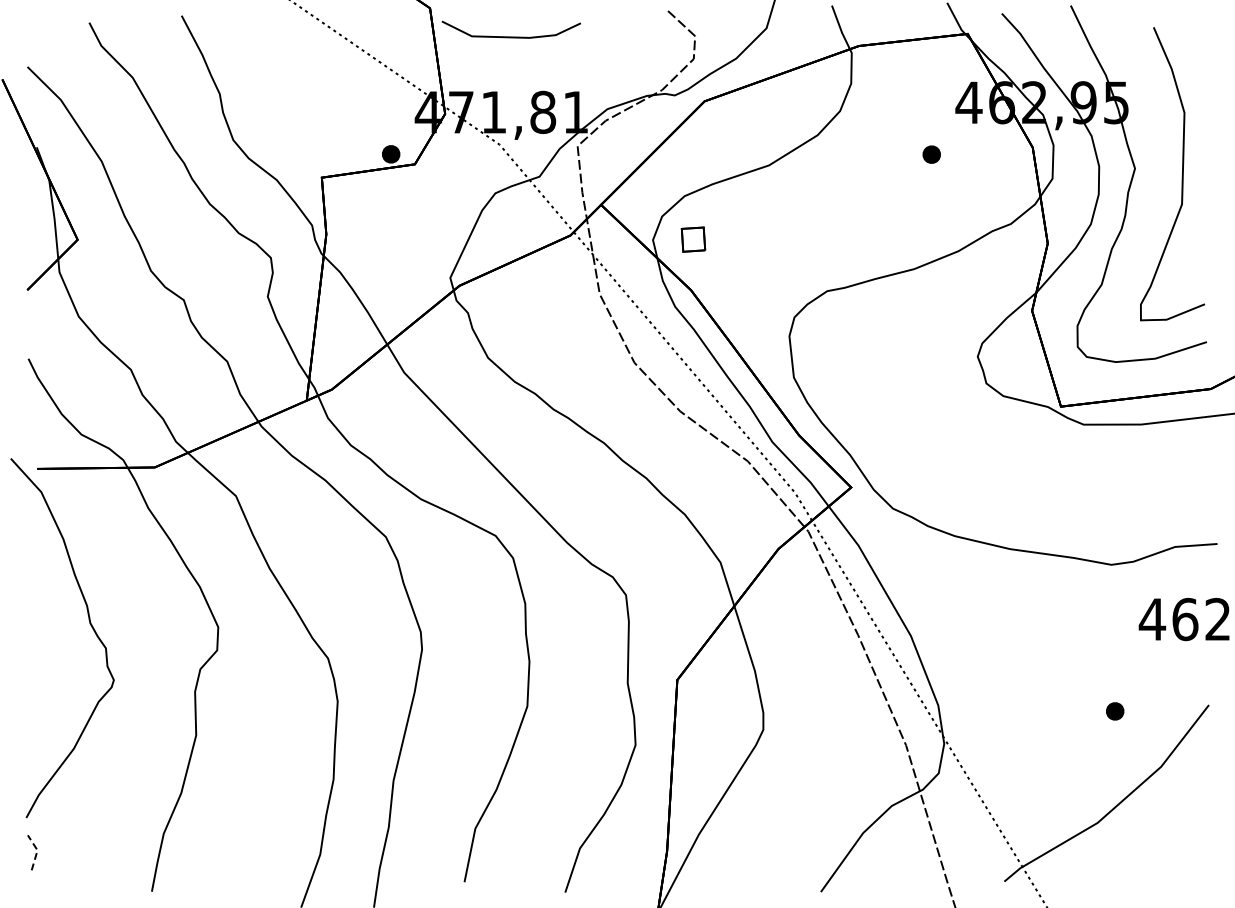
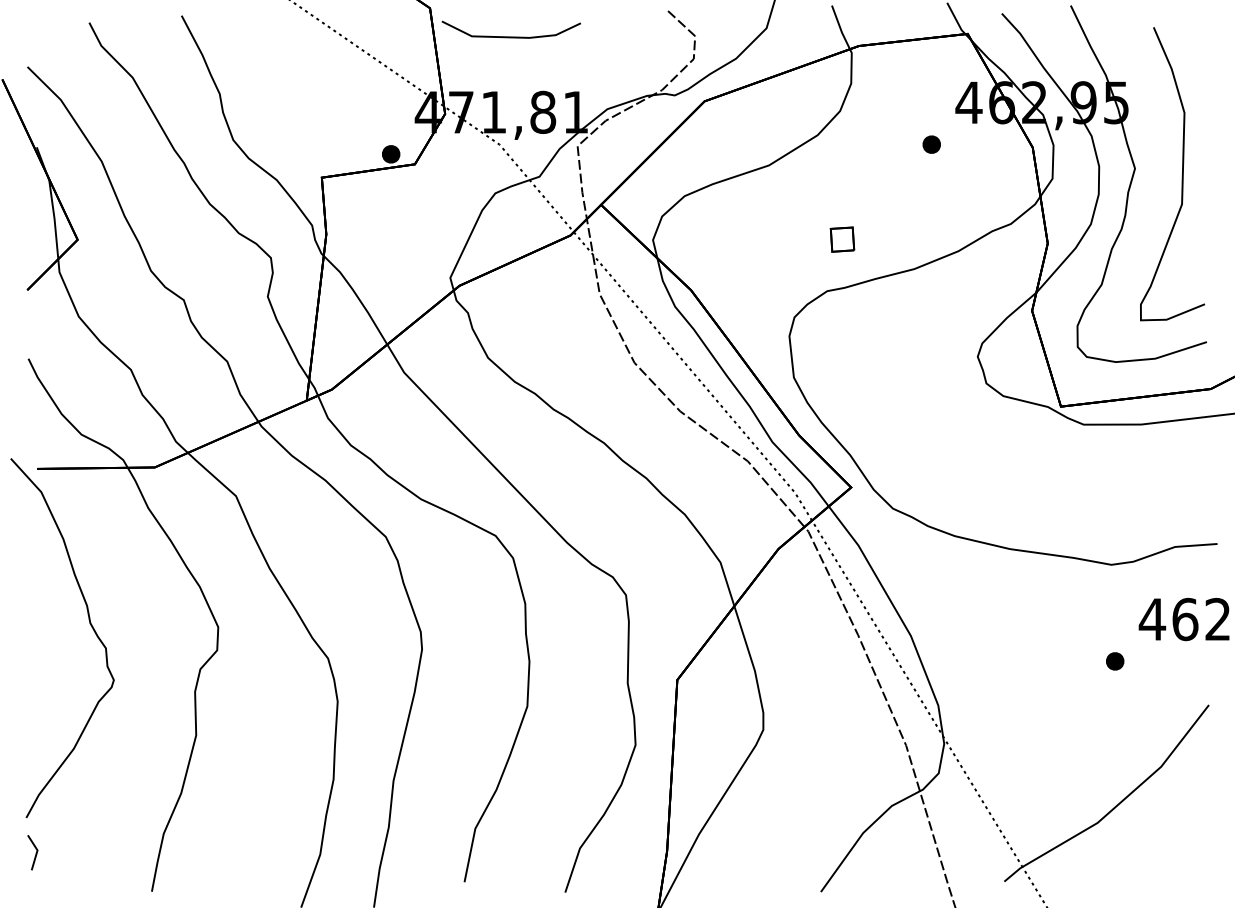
part at (931, 154) position: (931, 154) -> (931, 144)
part at (693, 239) position: (693, 239) -> (842, 239)
part at (1115, 711) position: (1115, 711) -> (1115, 661)
line at (37, 851): dashed -> solid
